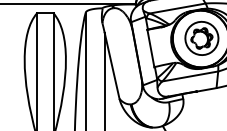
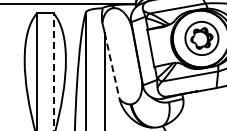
line at (112, 65): solid -> dashed
line at (53, 71): solid -> dashed
